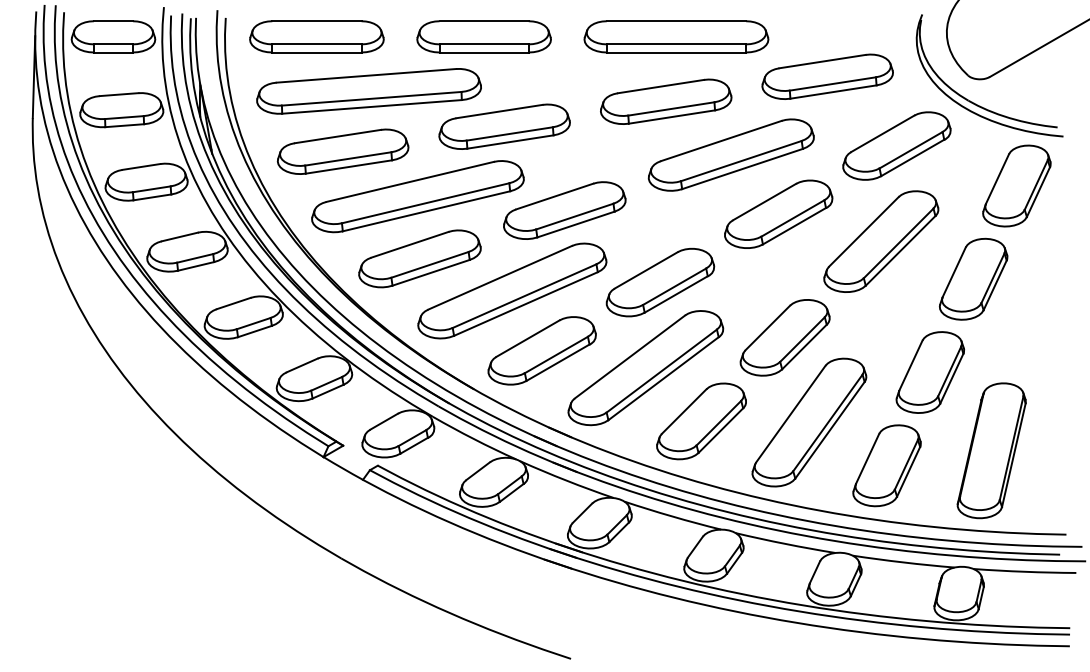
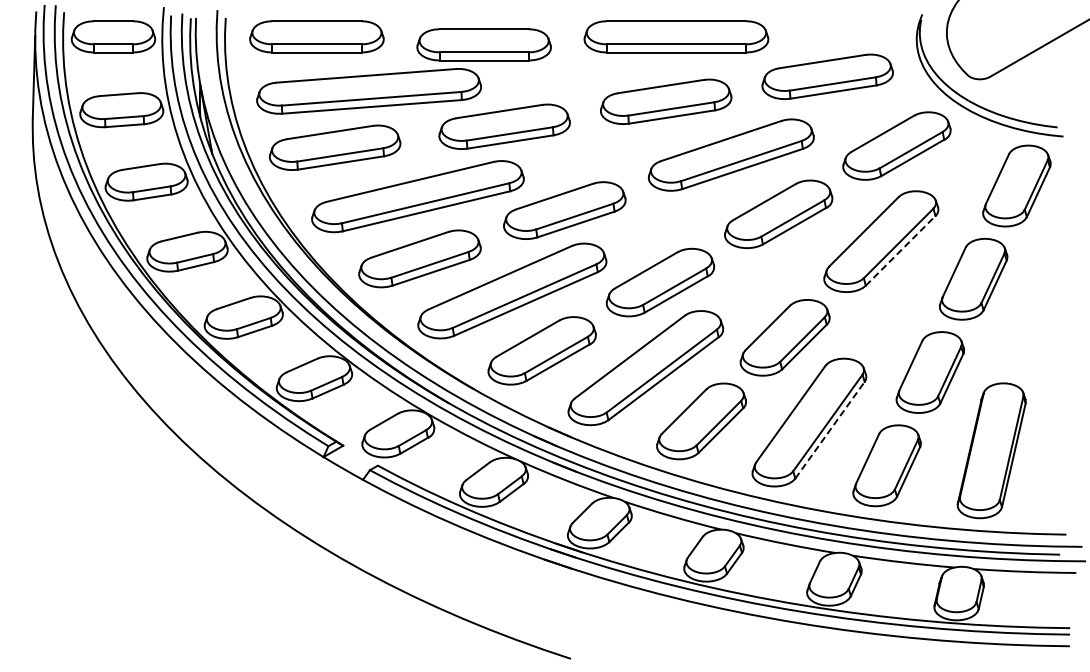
part at (483, 36) position: (483, 36) -> (483, 44)
part at (342, 151) position: (342, 151) -> (334, 147)
line at (900, 250): solid -> dashed
line at (830, 429): solid -> dashed
